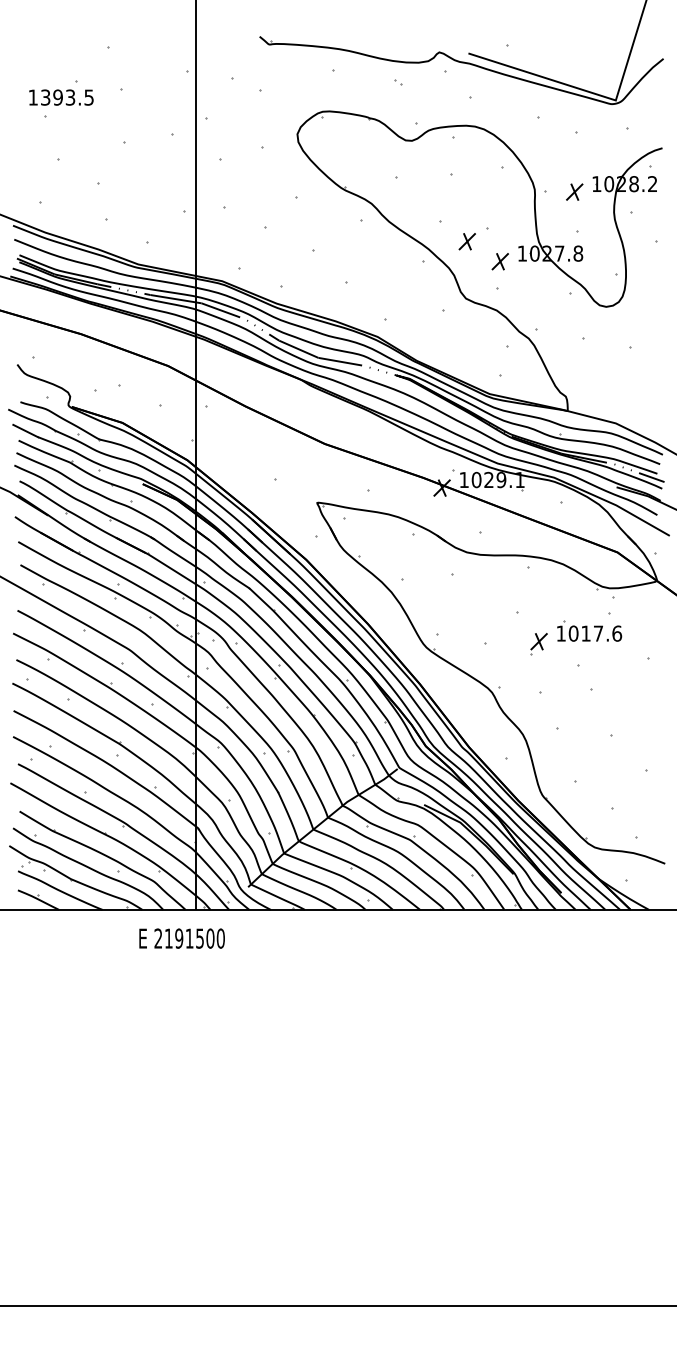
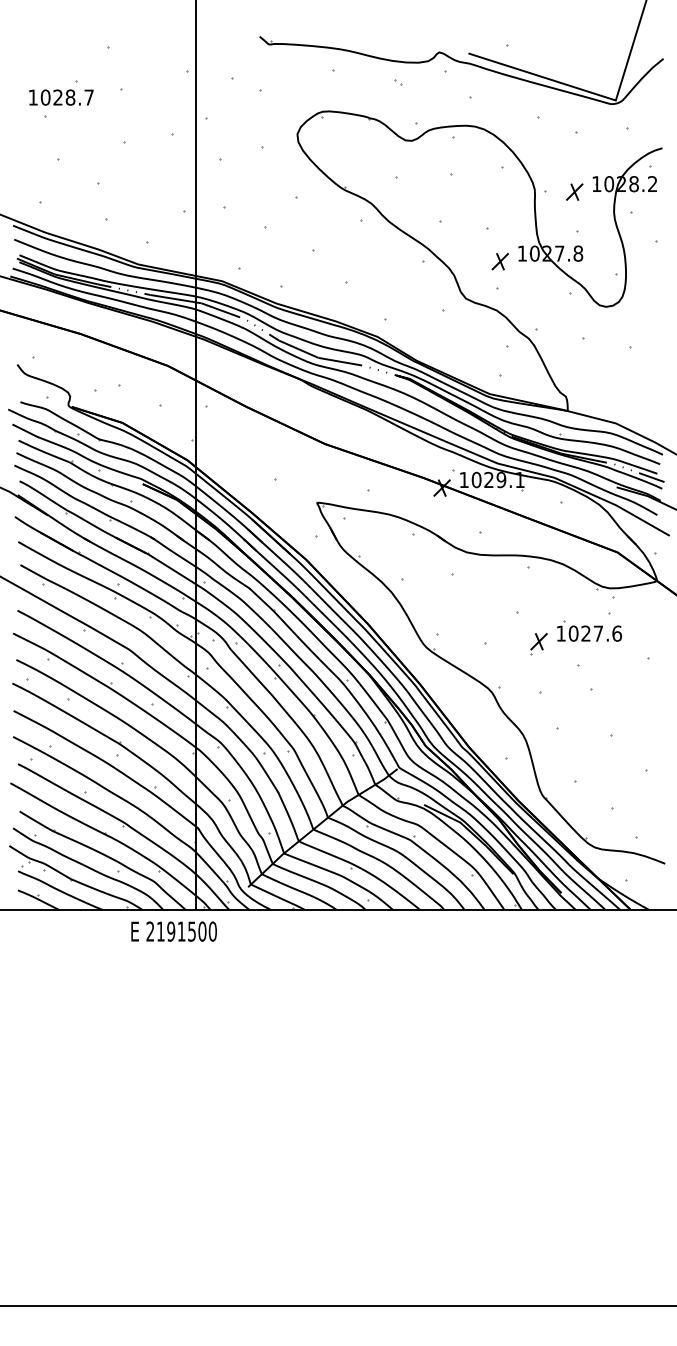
text at (66, 97): 1393.5 -> 1028.7
part at (466, 241): present -> none
text at (585, 633): 1017.6 -> 1027.6
text at (181, 938) position: (181, 938) -> (173, 931)
